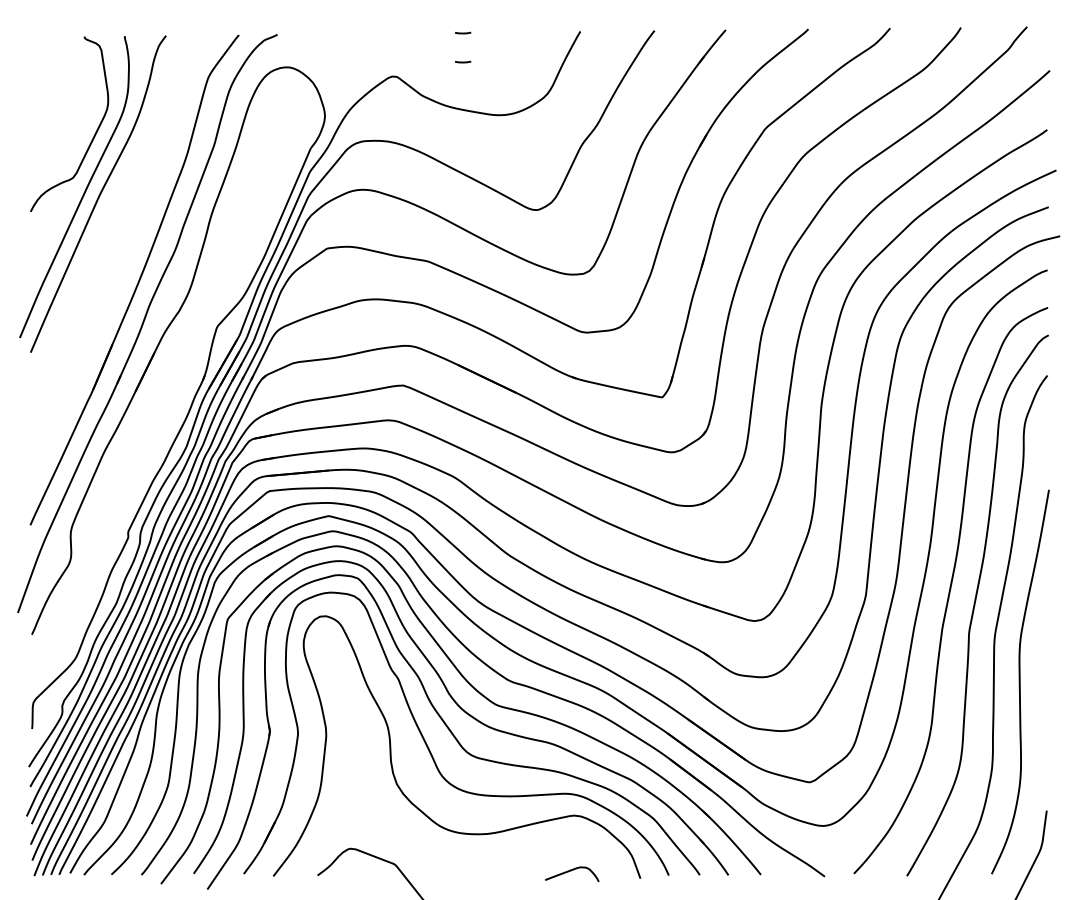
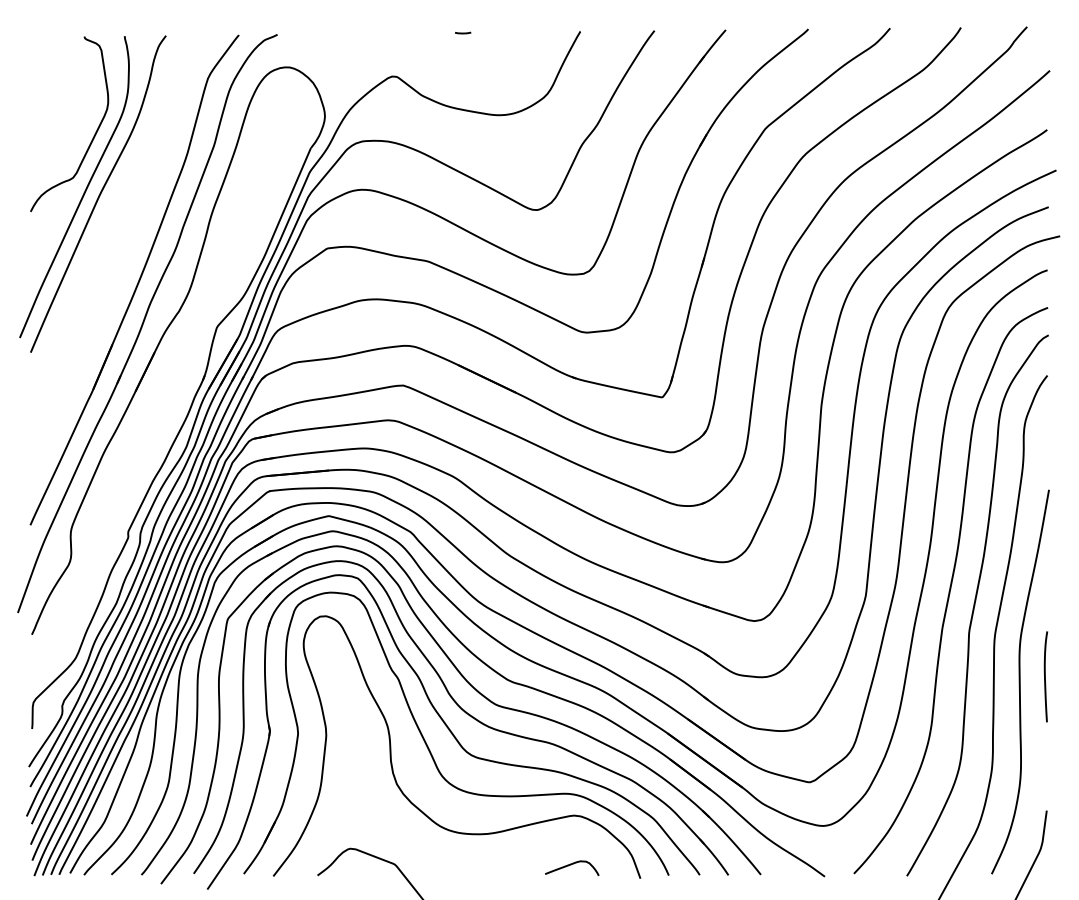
line at (463, 61): present -> none
curve at (1045, 676): none -> present
curve at (571, 871) position: (571, 871) -> (571, 865)
